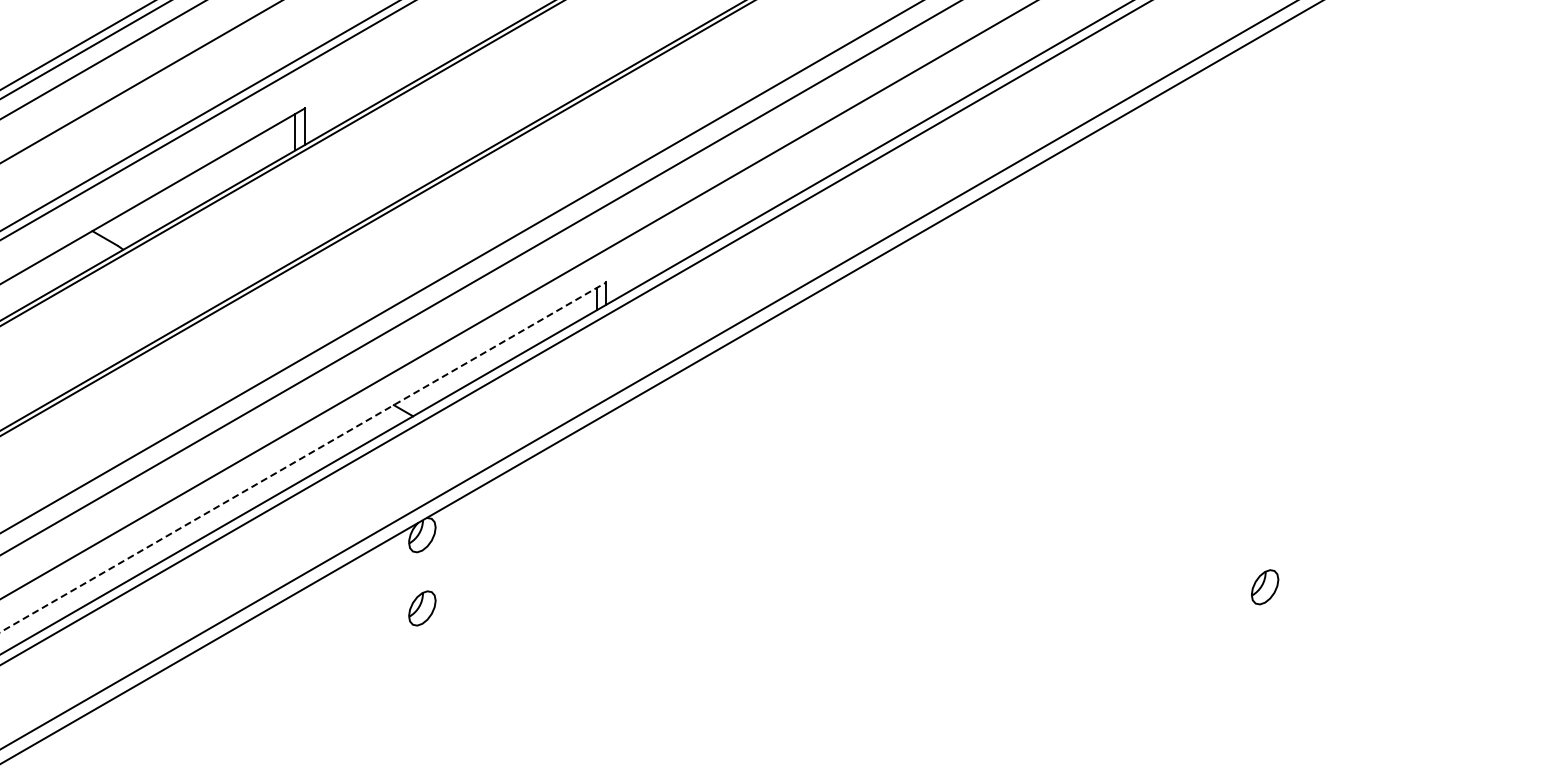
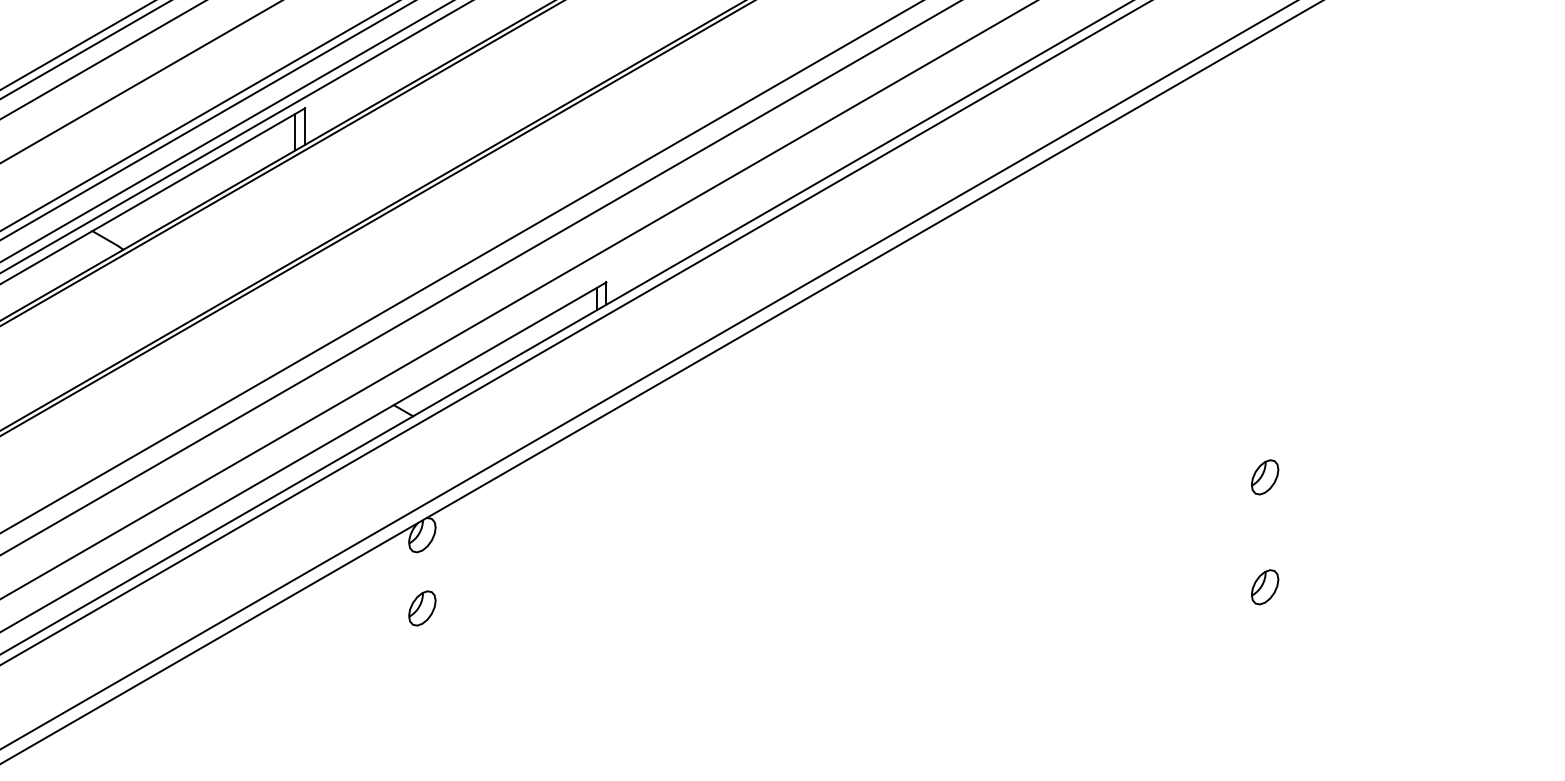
line at (226, 131): none -> present
line at (235, 136): none -> present
line at (303, 457): dashed -> solid
part at (1265, 477): none -> present
